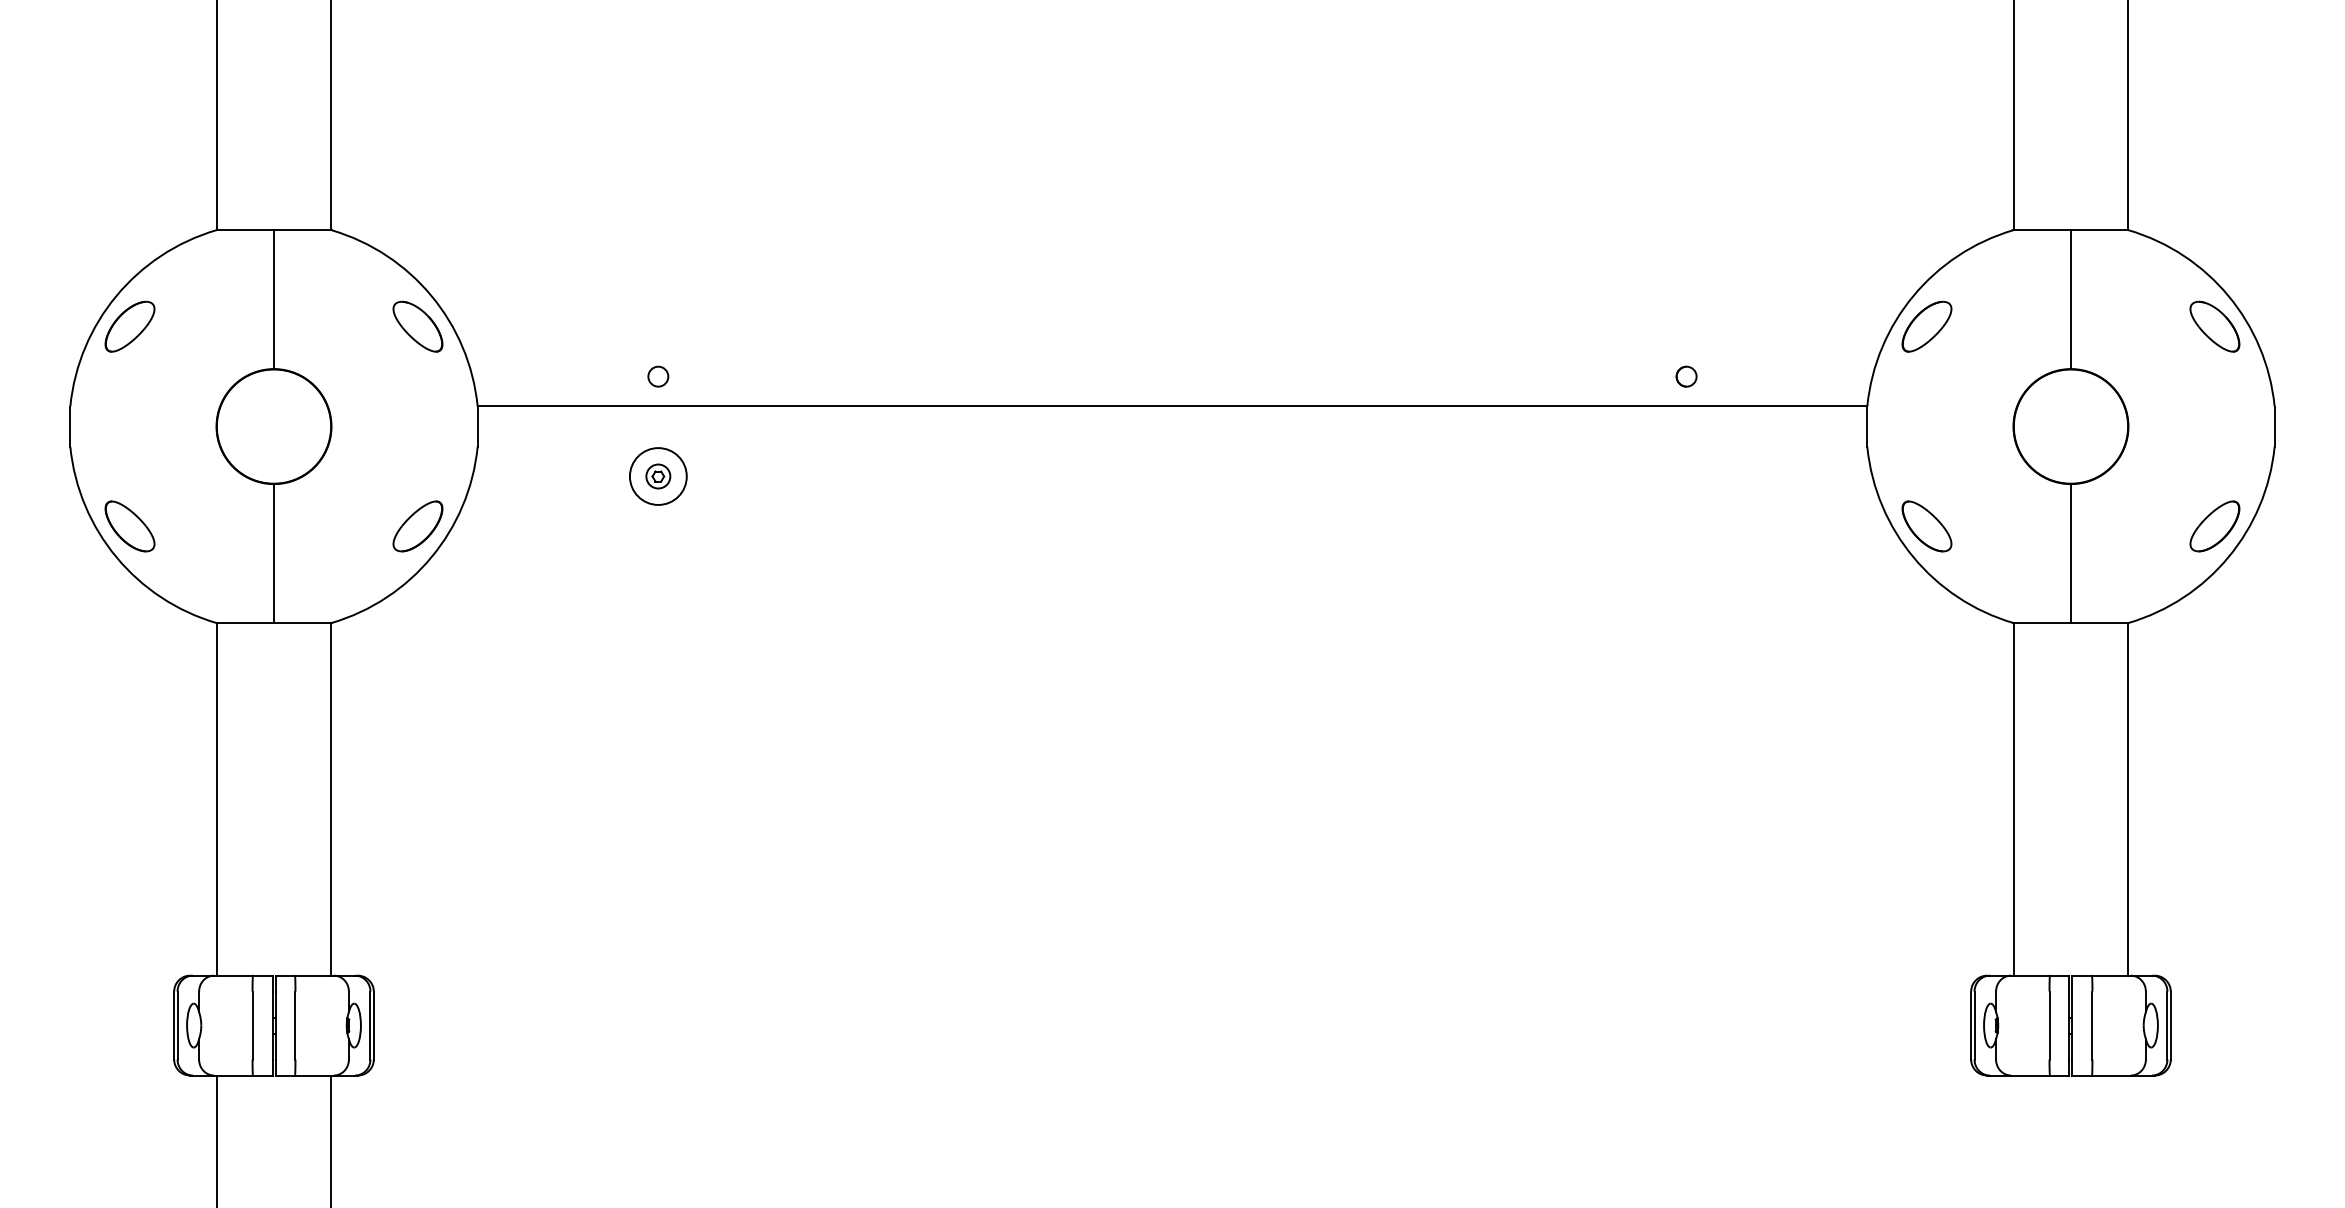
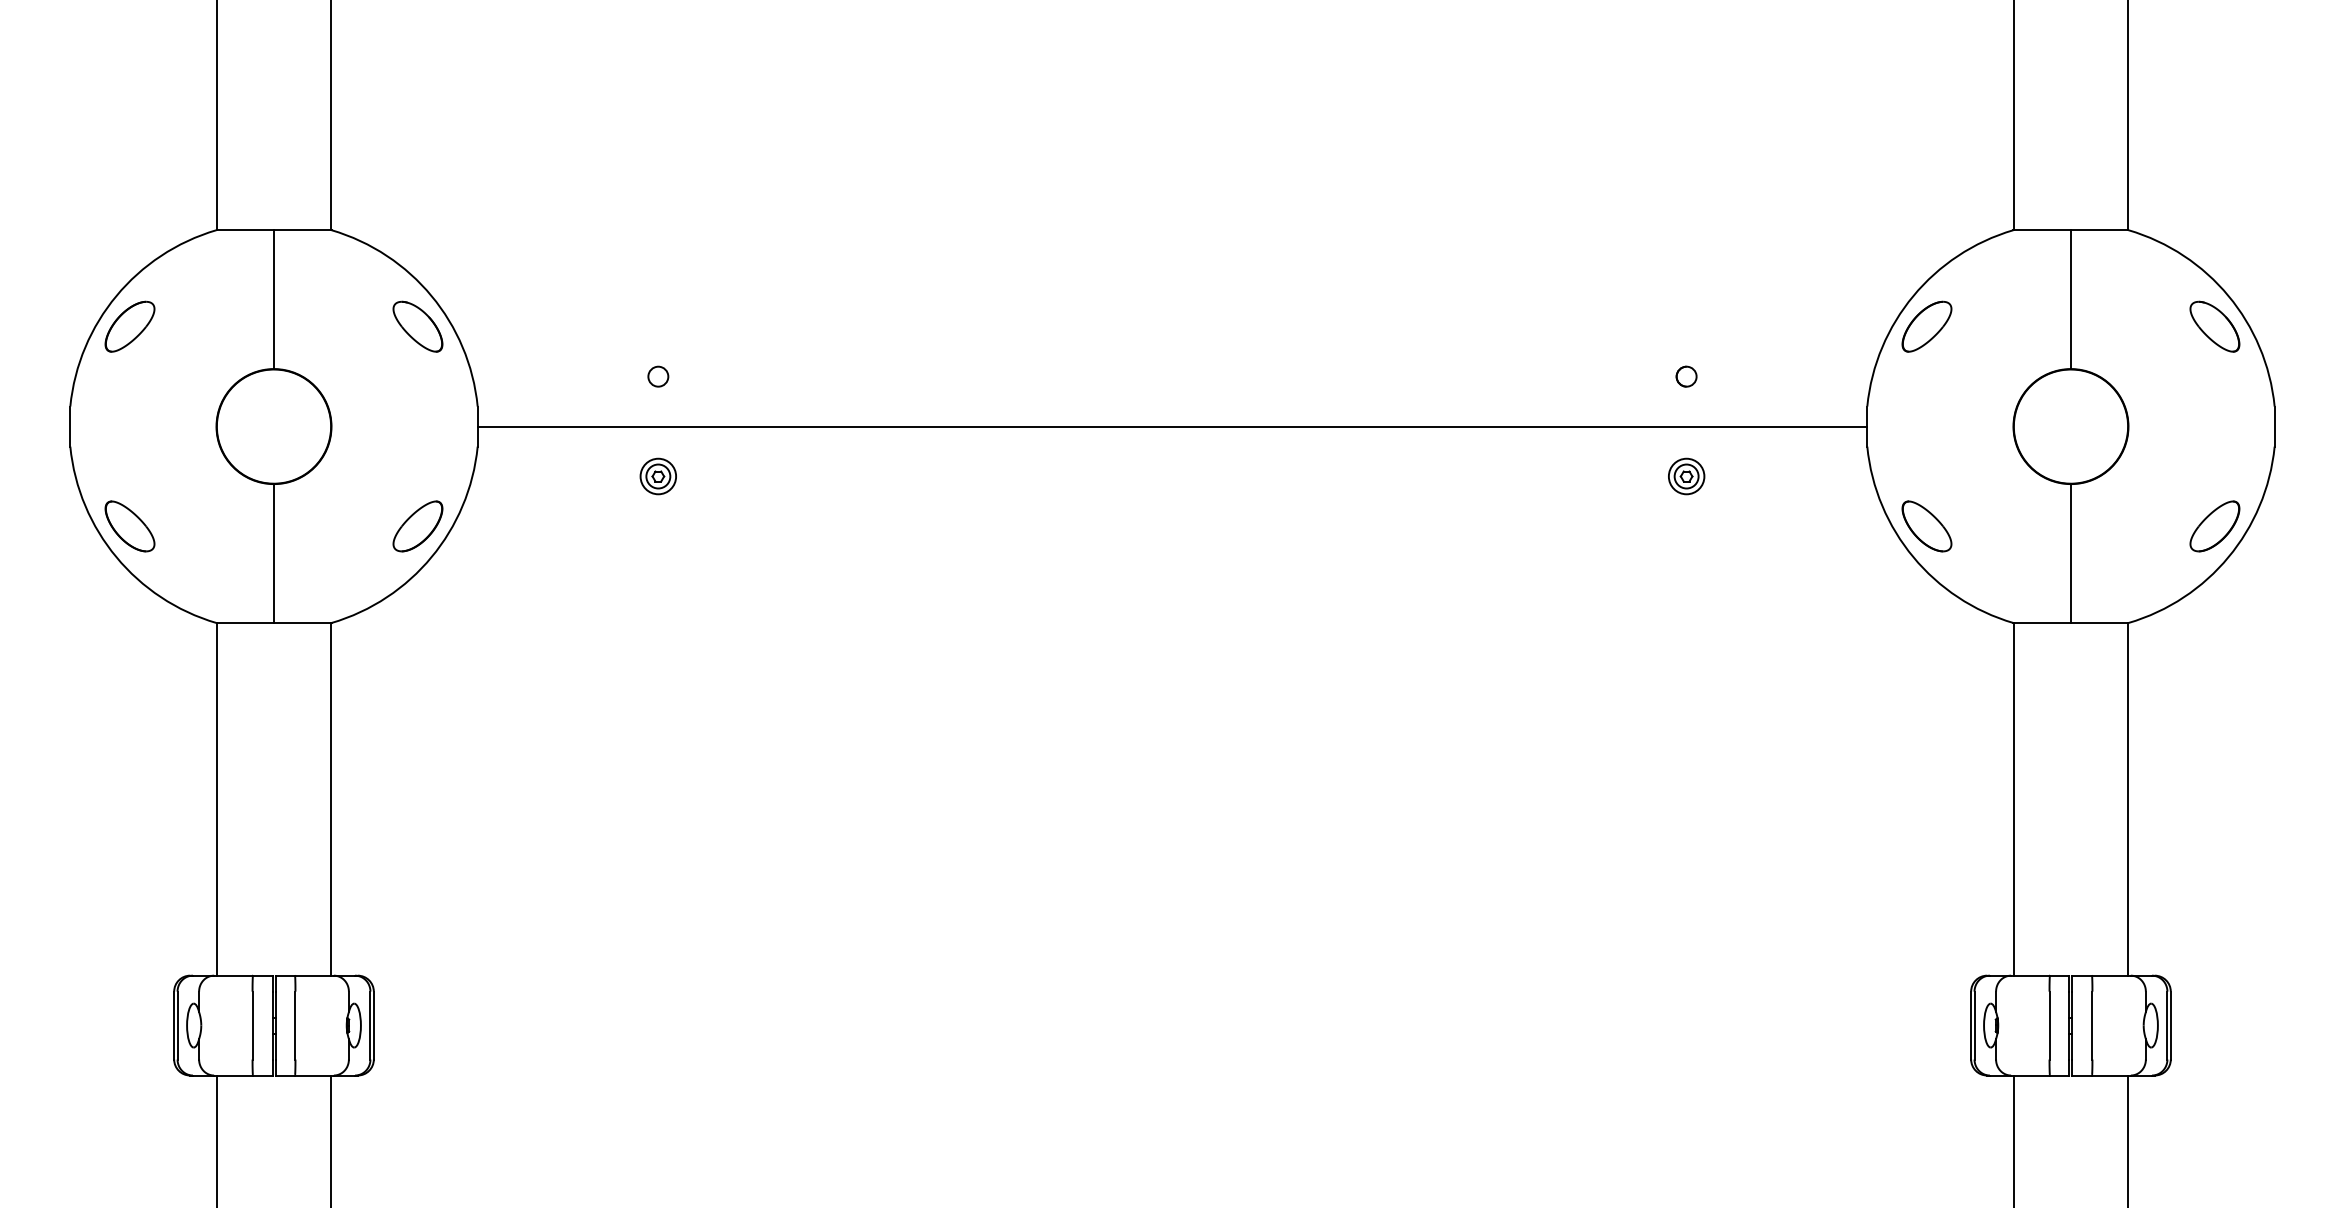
line at (1172, 405) position: (1172, 405) -> (1172, 426)
circle at (657, 476) diameter: 57 px -> 36 px
part at (1686, 476): none -> present
line at (2014, 1139): none -> present
line at (2127, 1139): none -> present
